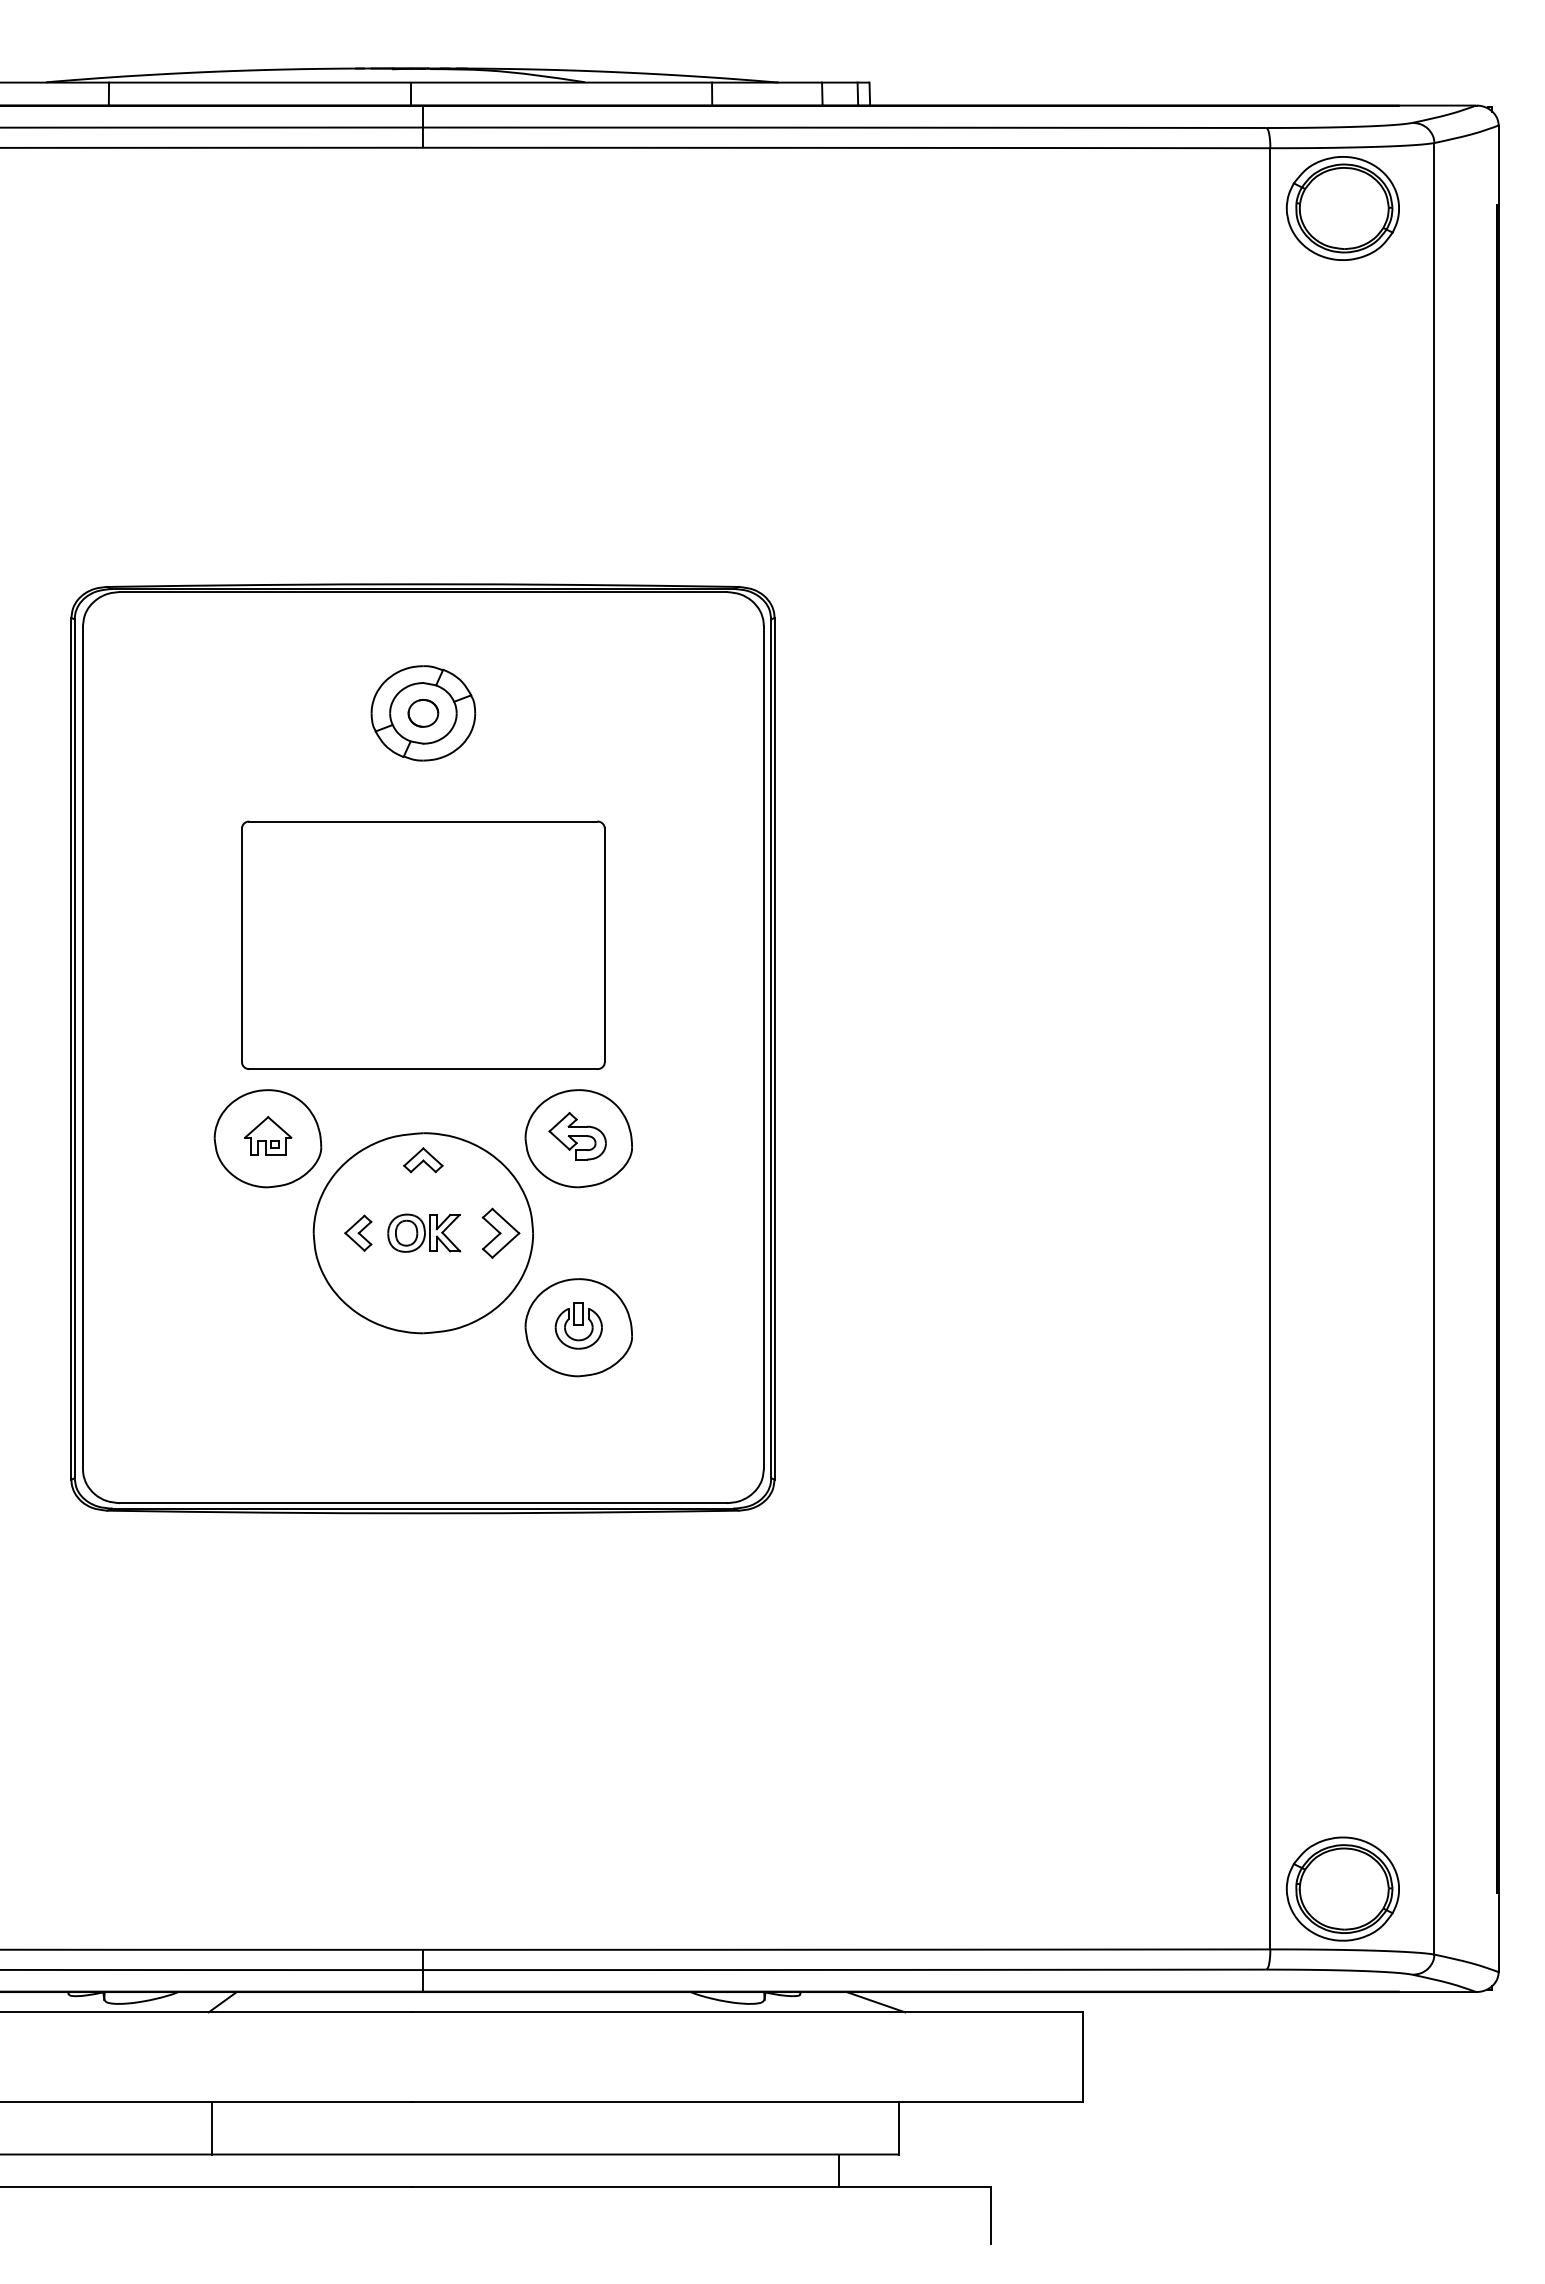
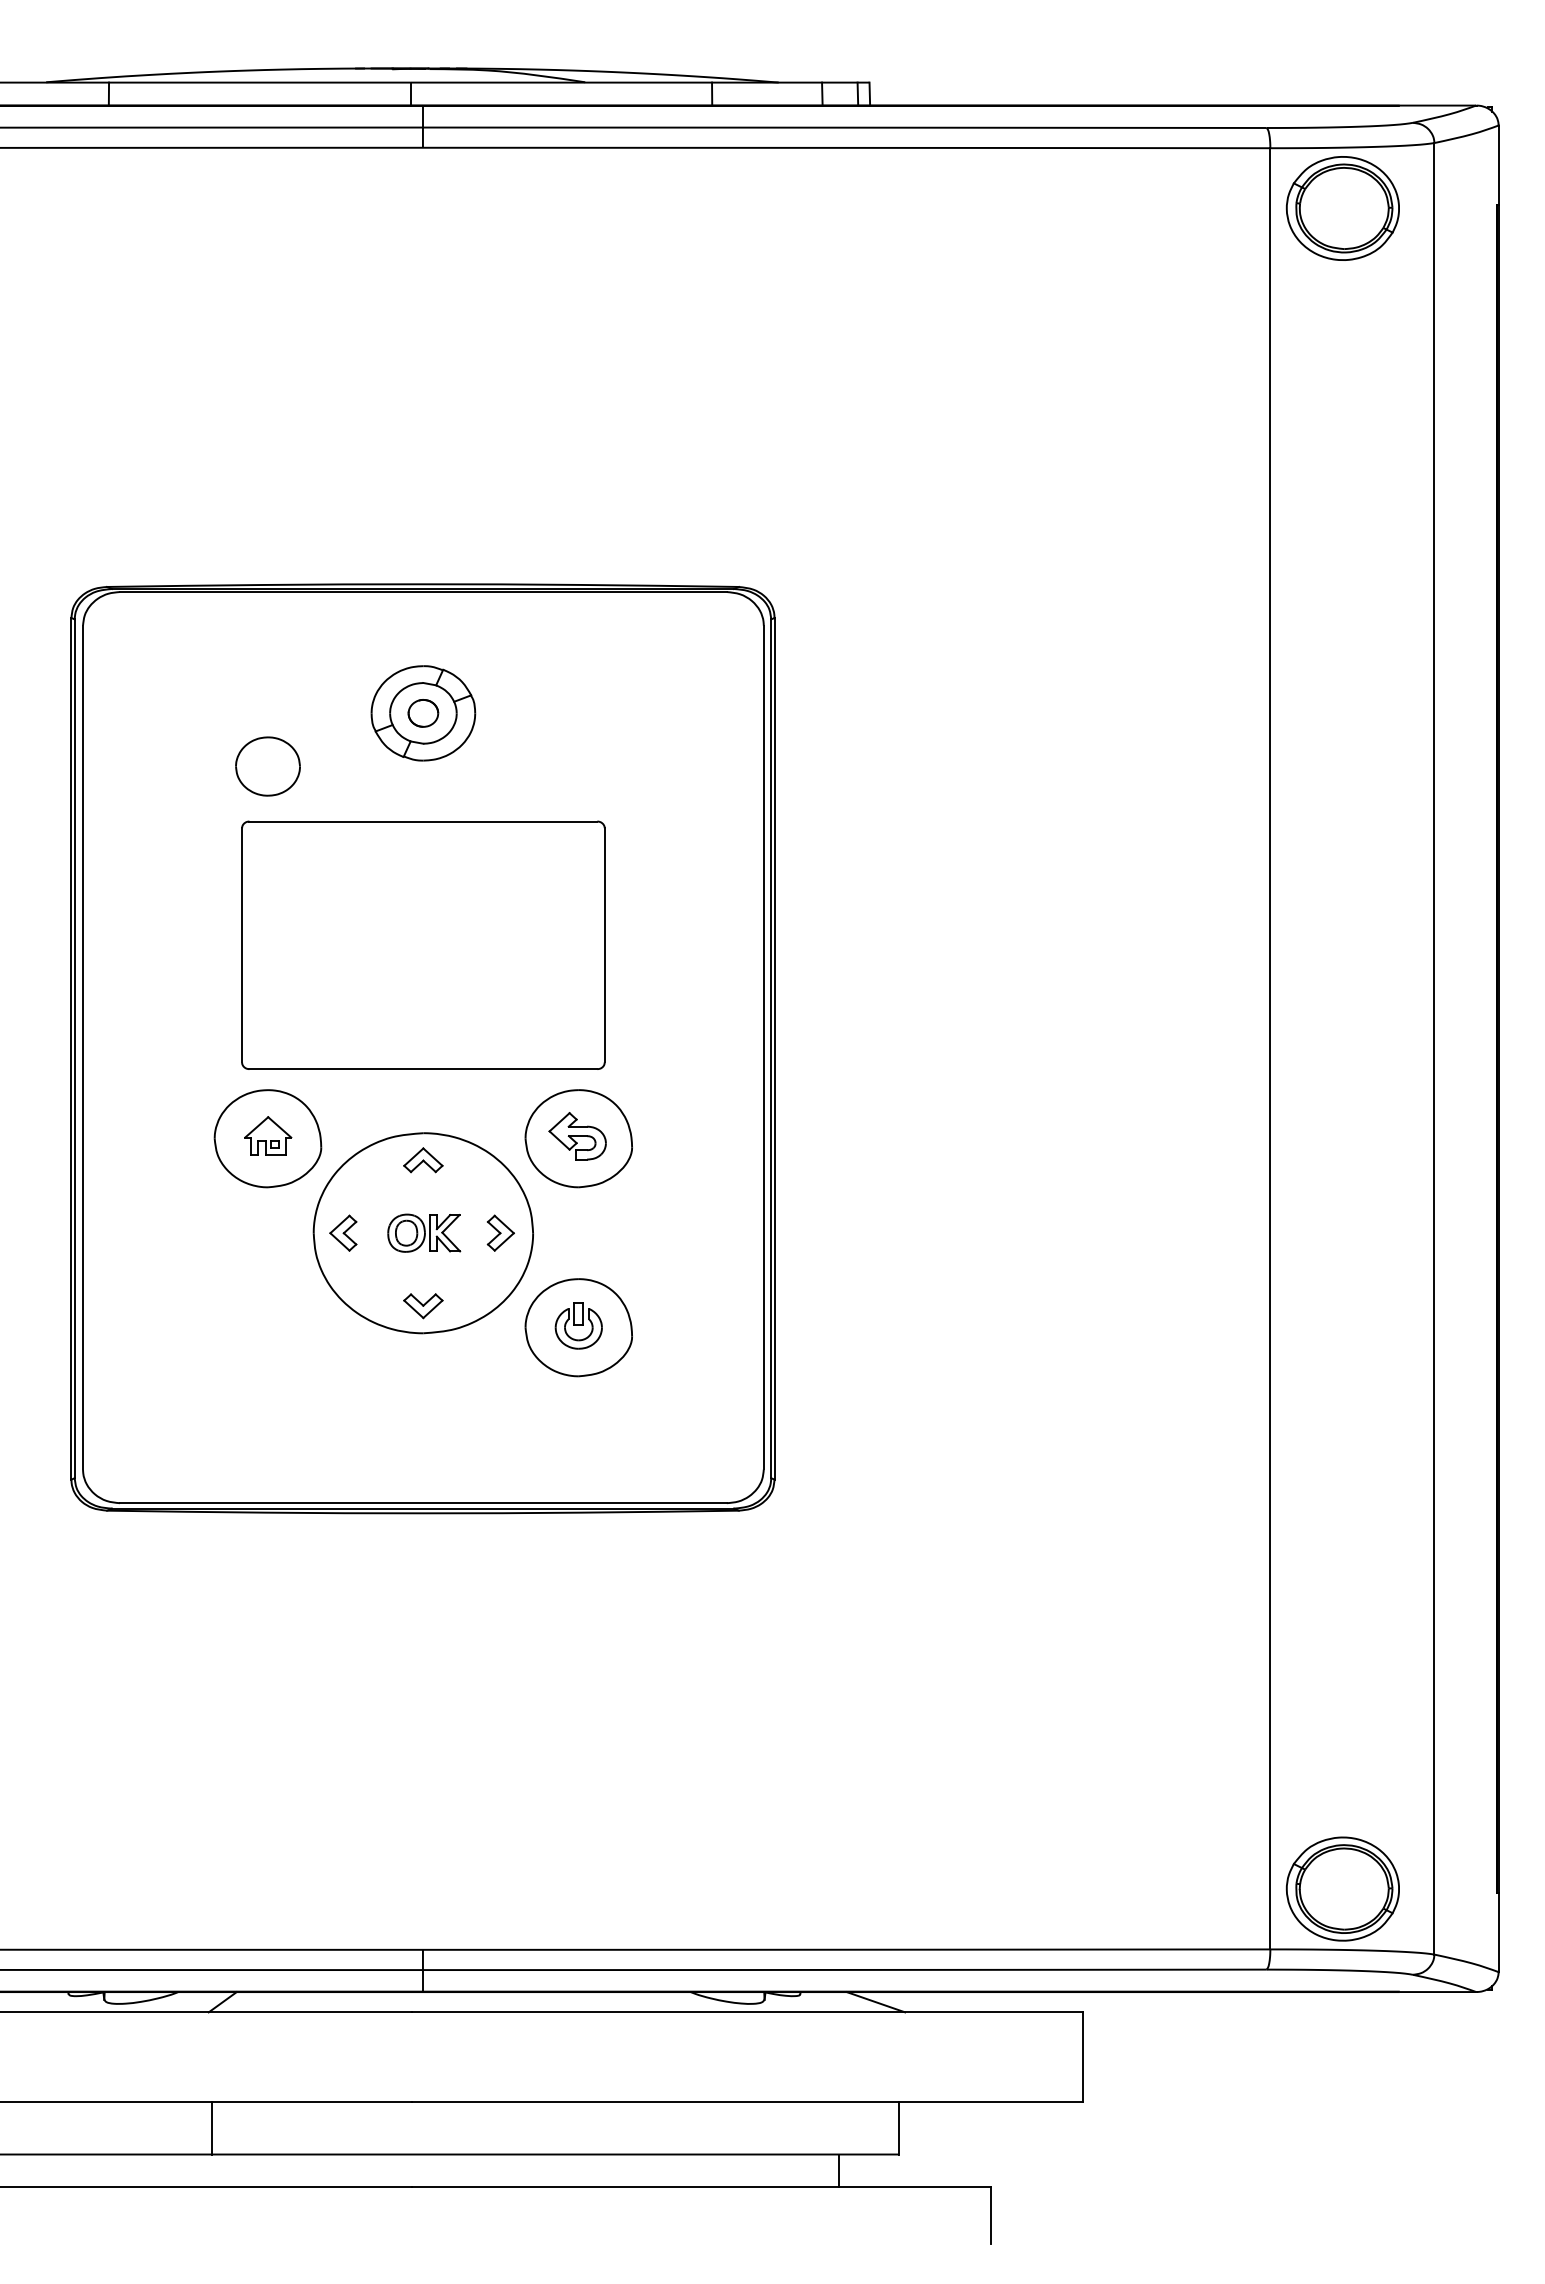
part at (267, 766): none -> present
part at (358, 1232) position: (358, 1232) -> (343, 1232)
part at (500, 1232) size: 40x52 px -> 29x38 px
part at (423, 1306): none -> present
